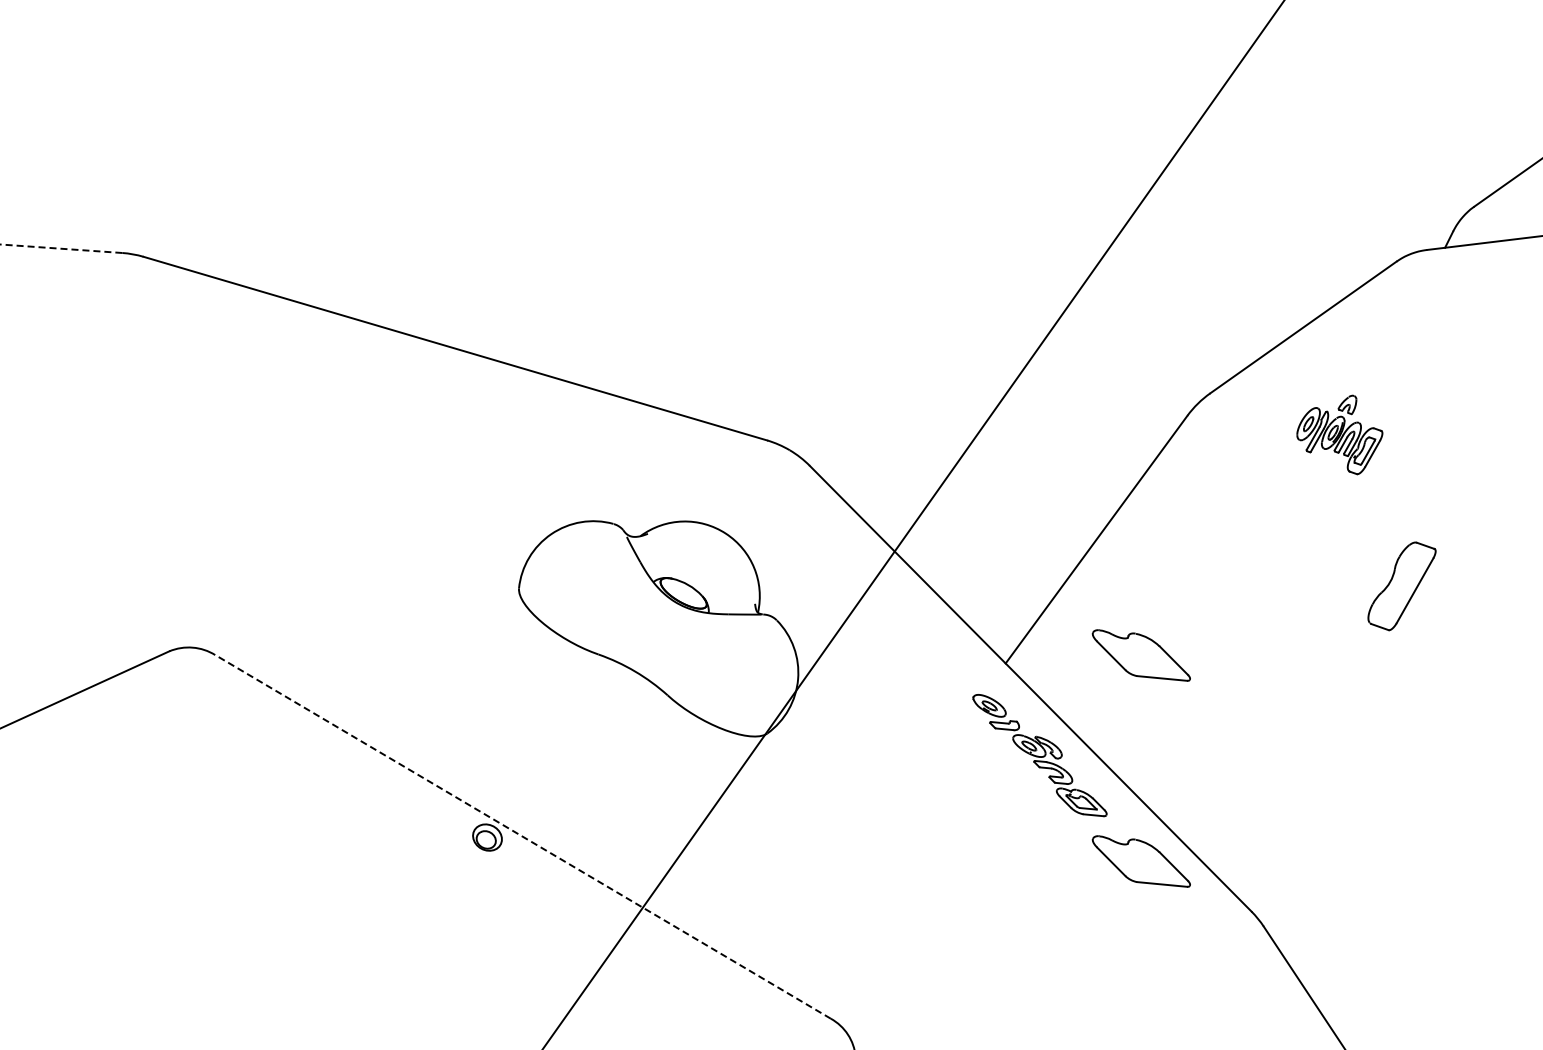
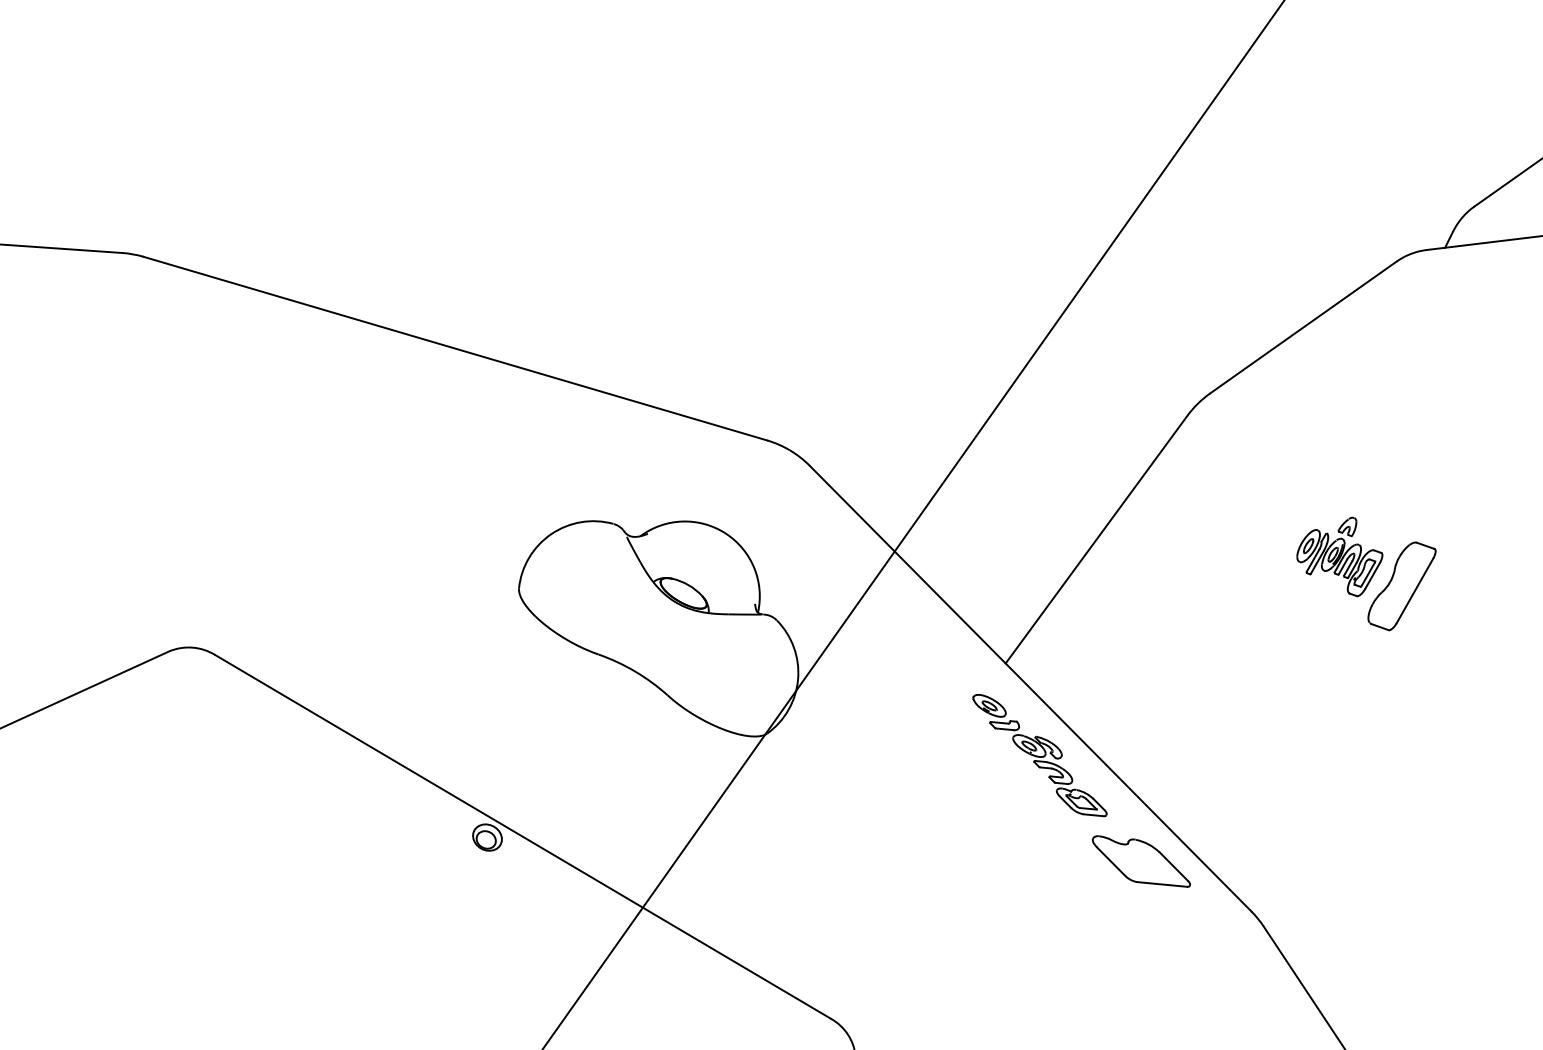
line at (61, 248): dashed -> solid
part at (1339, 434) position: (1339, 434) -> (1339, 556)
part at (1140, 655): present -> none
line at (523, 836): dashed -> solid
